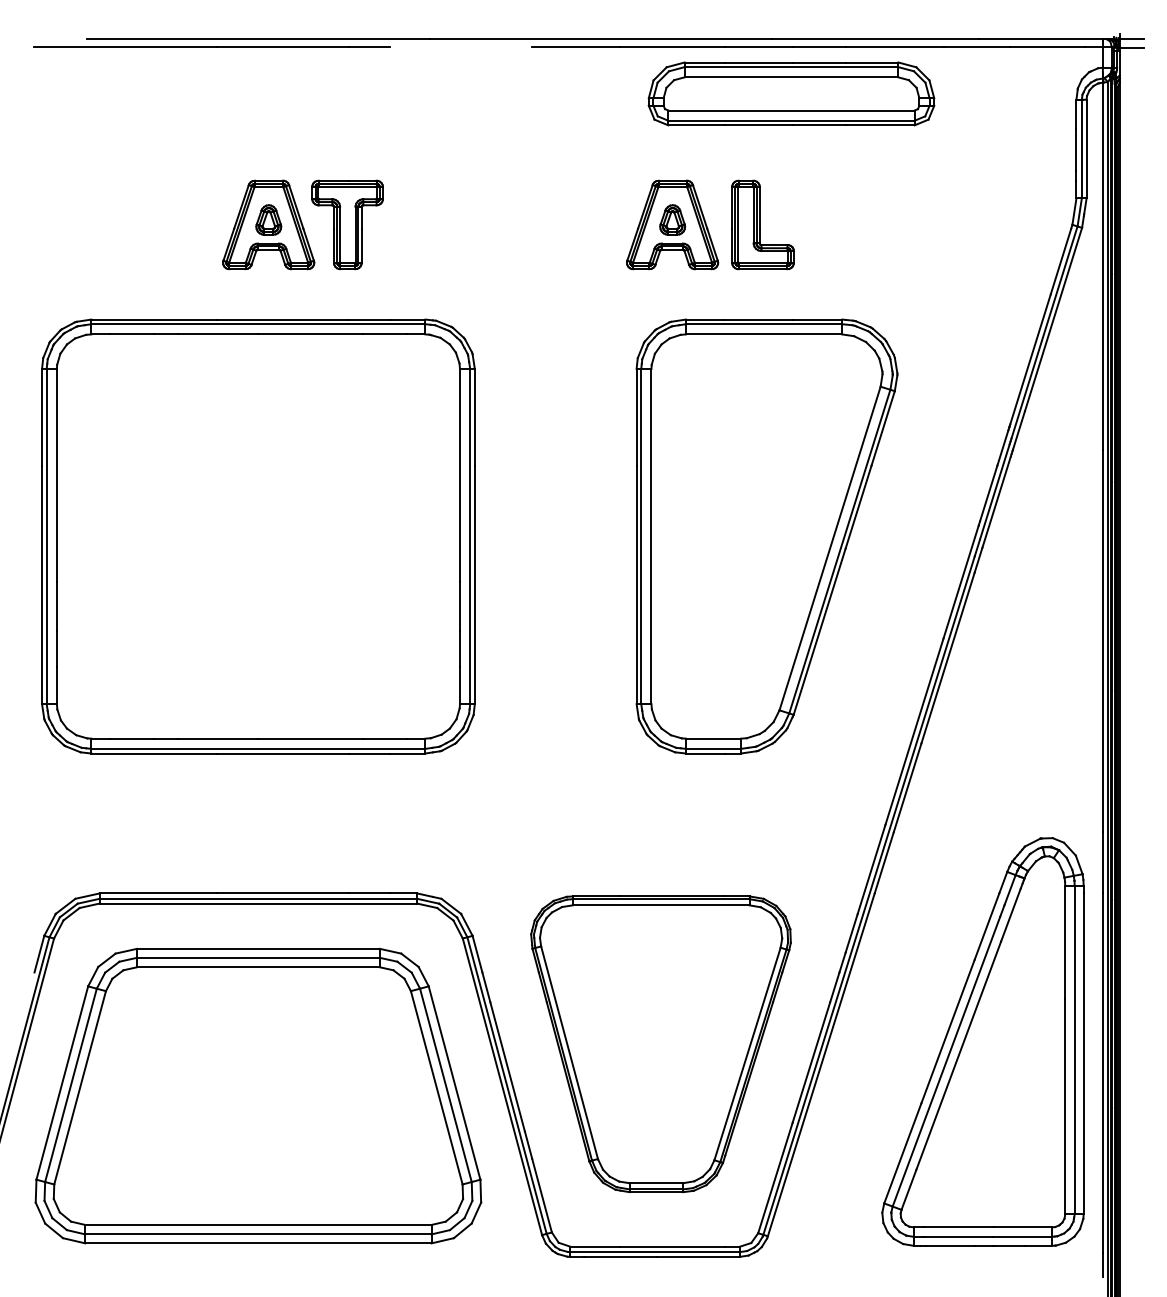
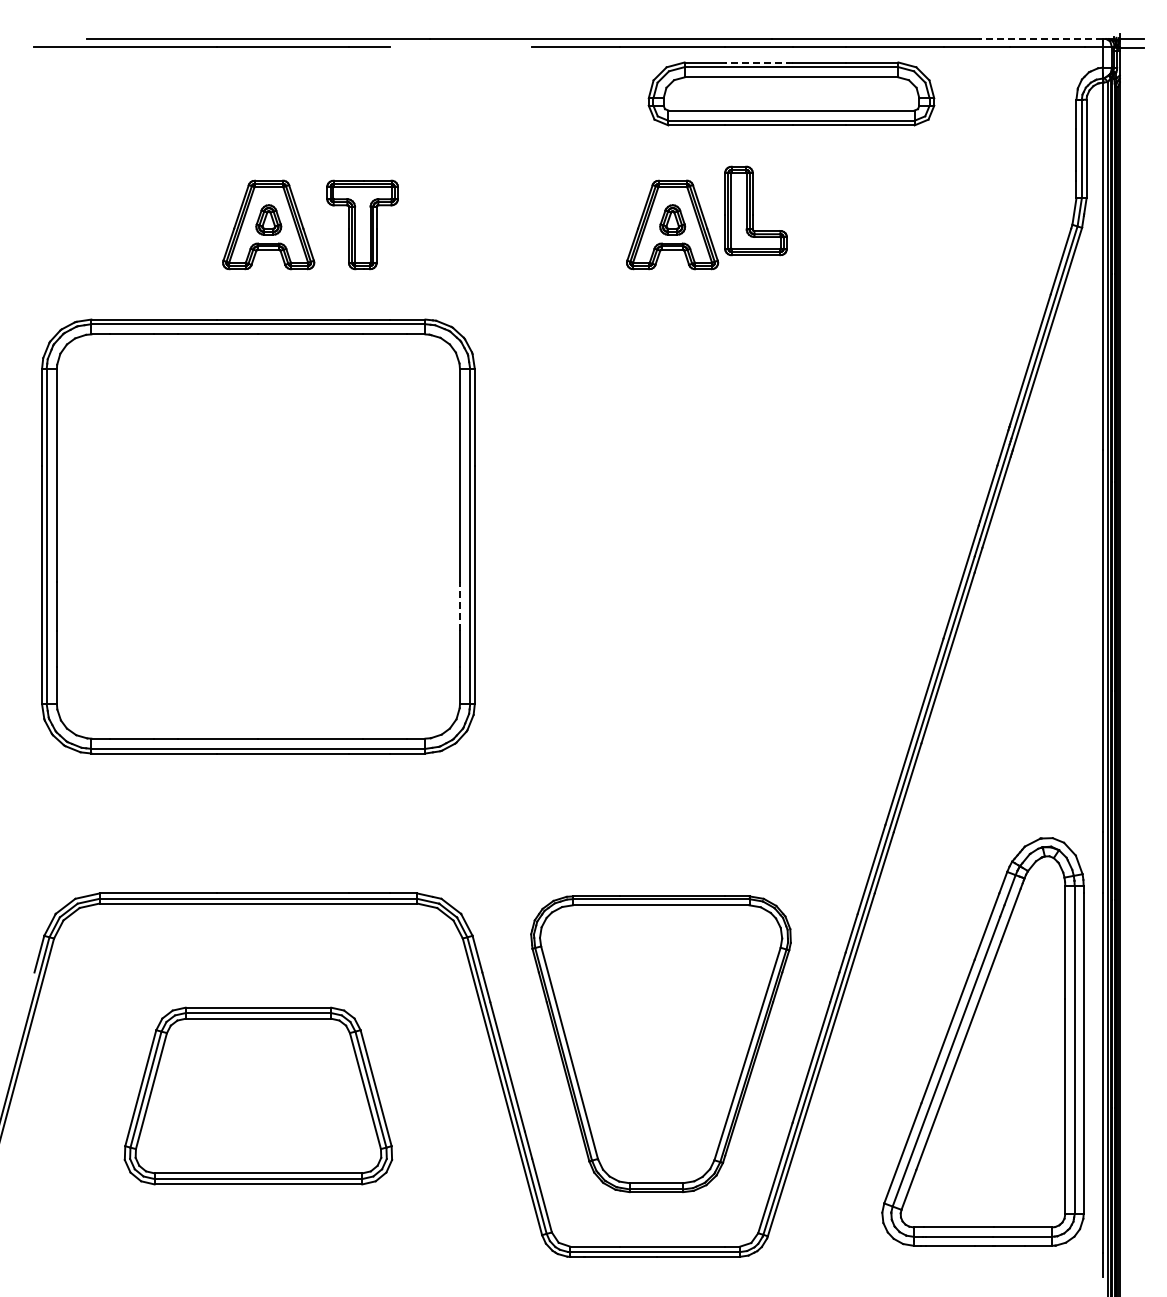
line at (1040, 39): solid -> dashed
line at (758, 62): solid -> dashed
part at (347, 224) position: (347, 224) -> (362, 224)
part at (762, 224) position: (762, 224) -> (755, 210)
part at (766, 536): present -> none
line at (459, 605): solid -> dashed
part at (258, 1095) size: 449x298 px -> 271x180 px
